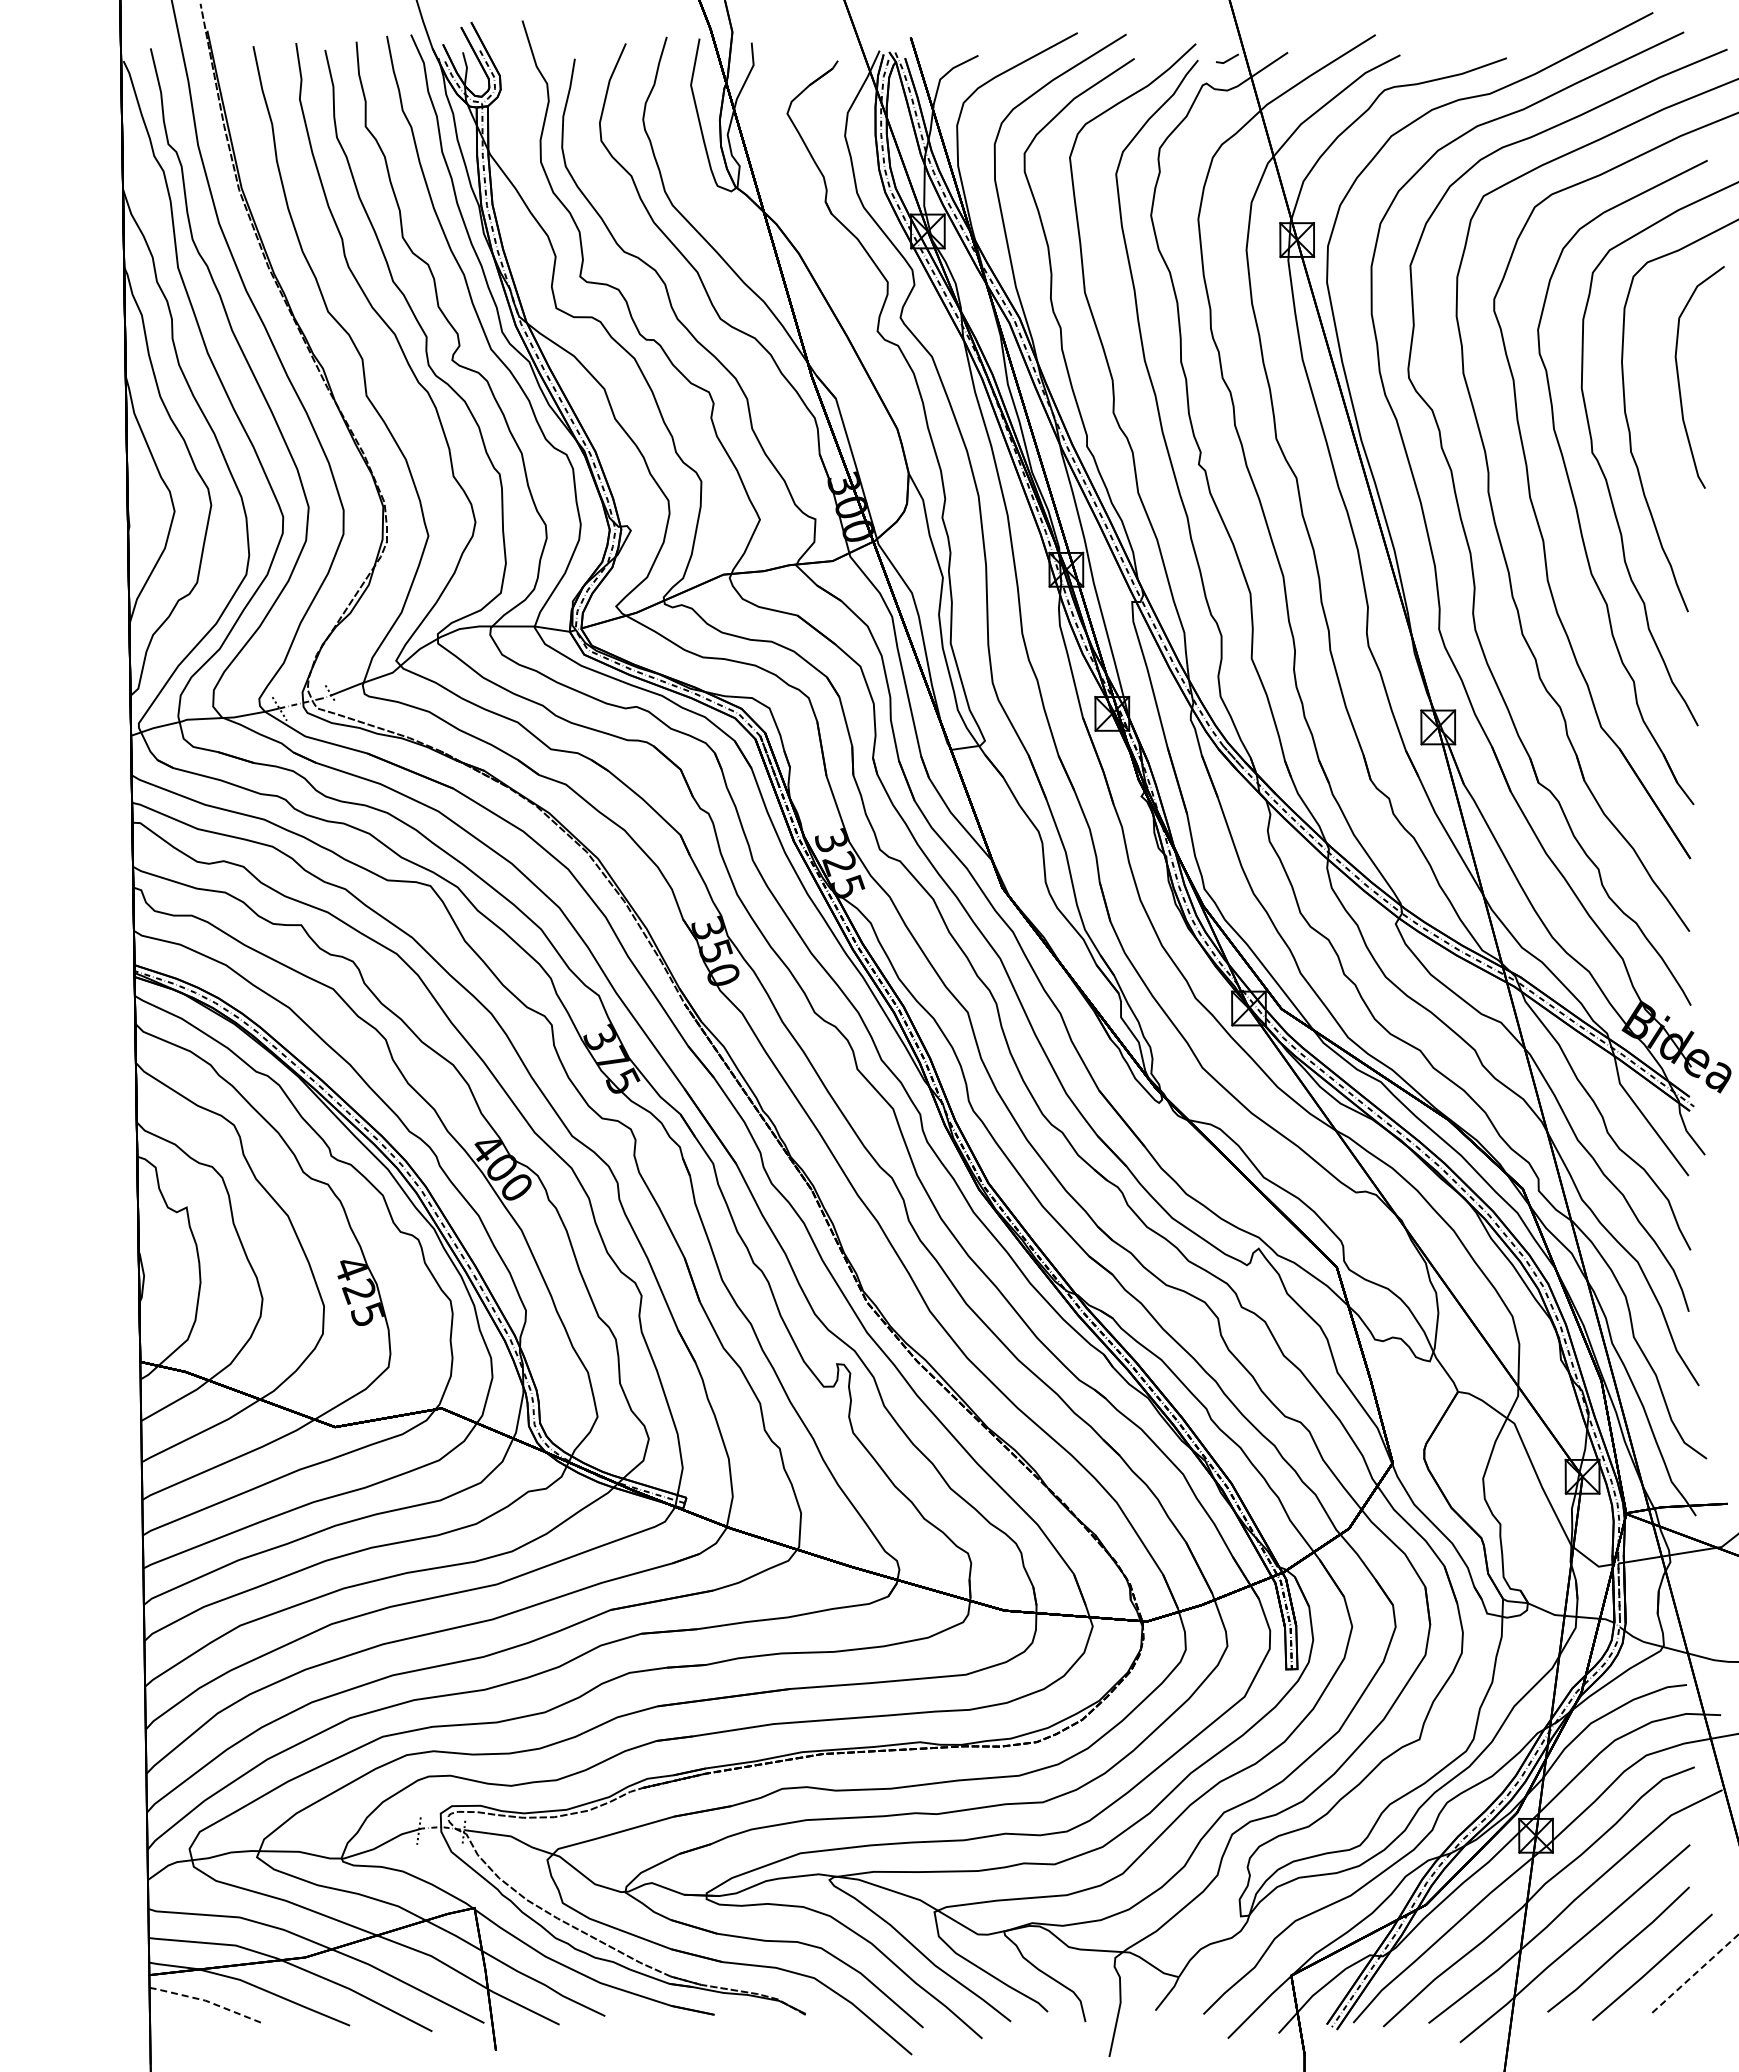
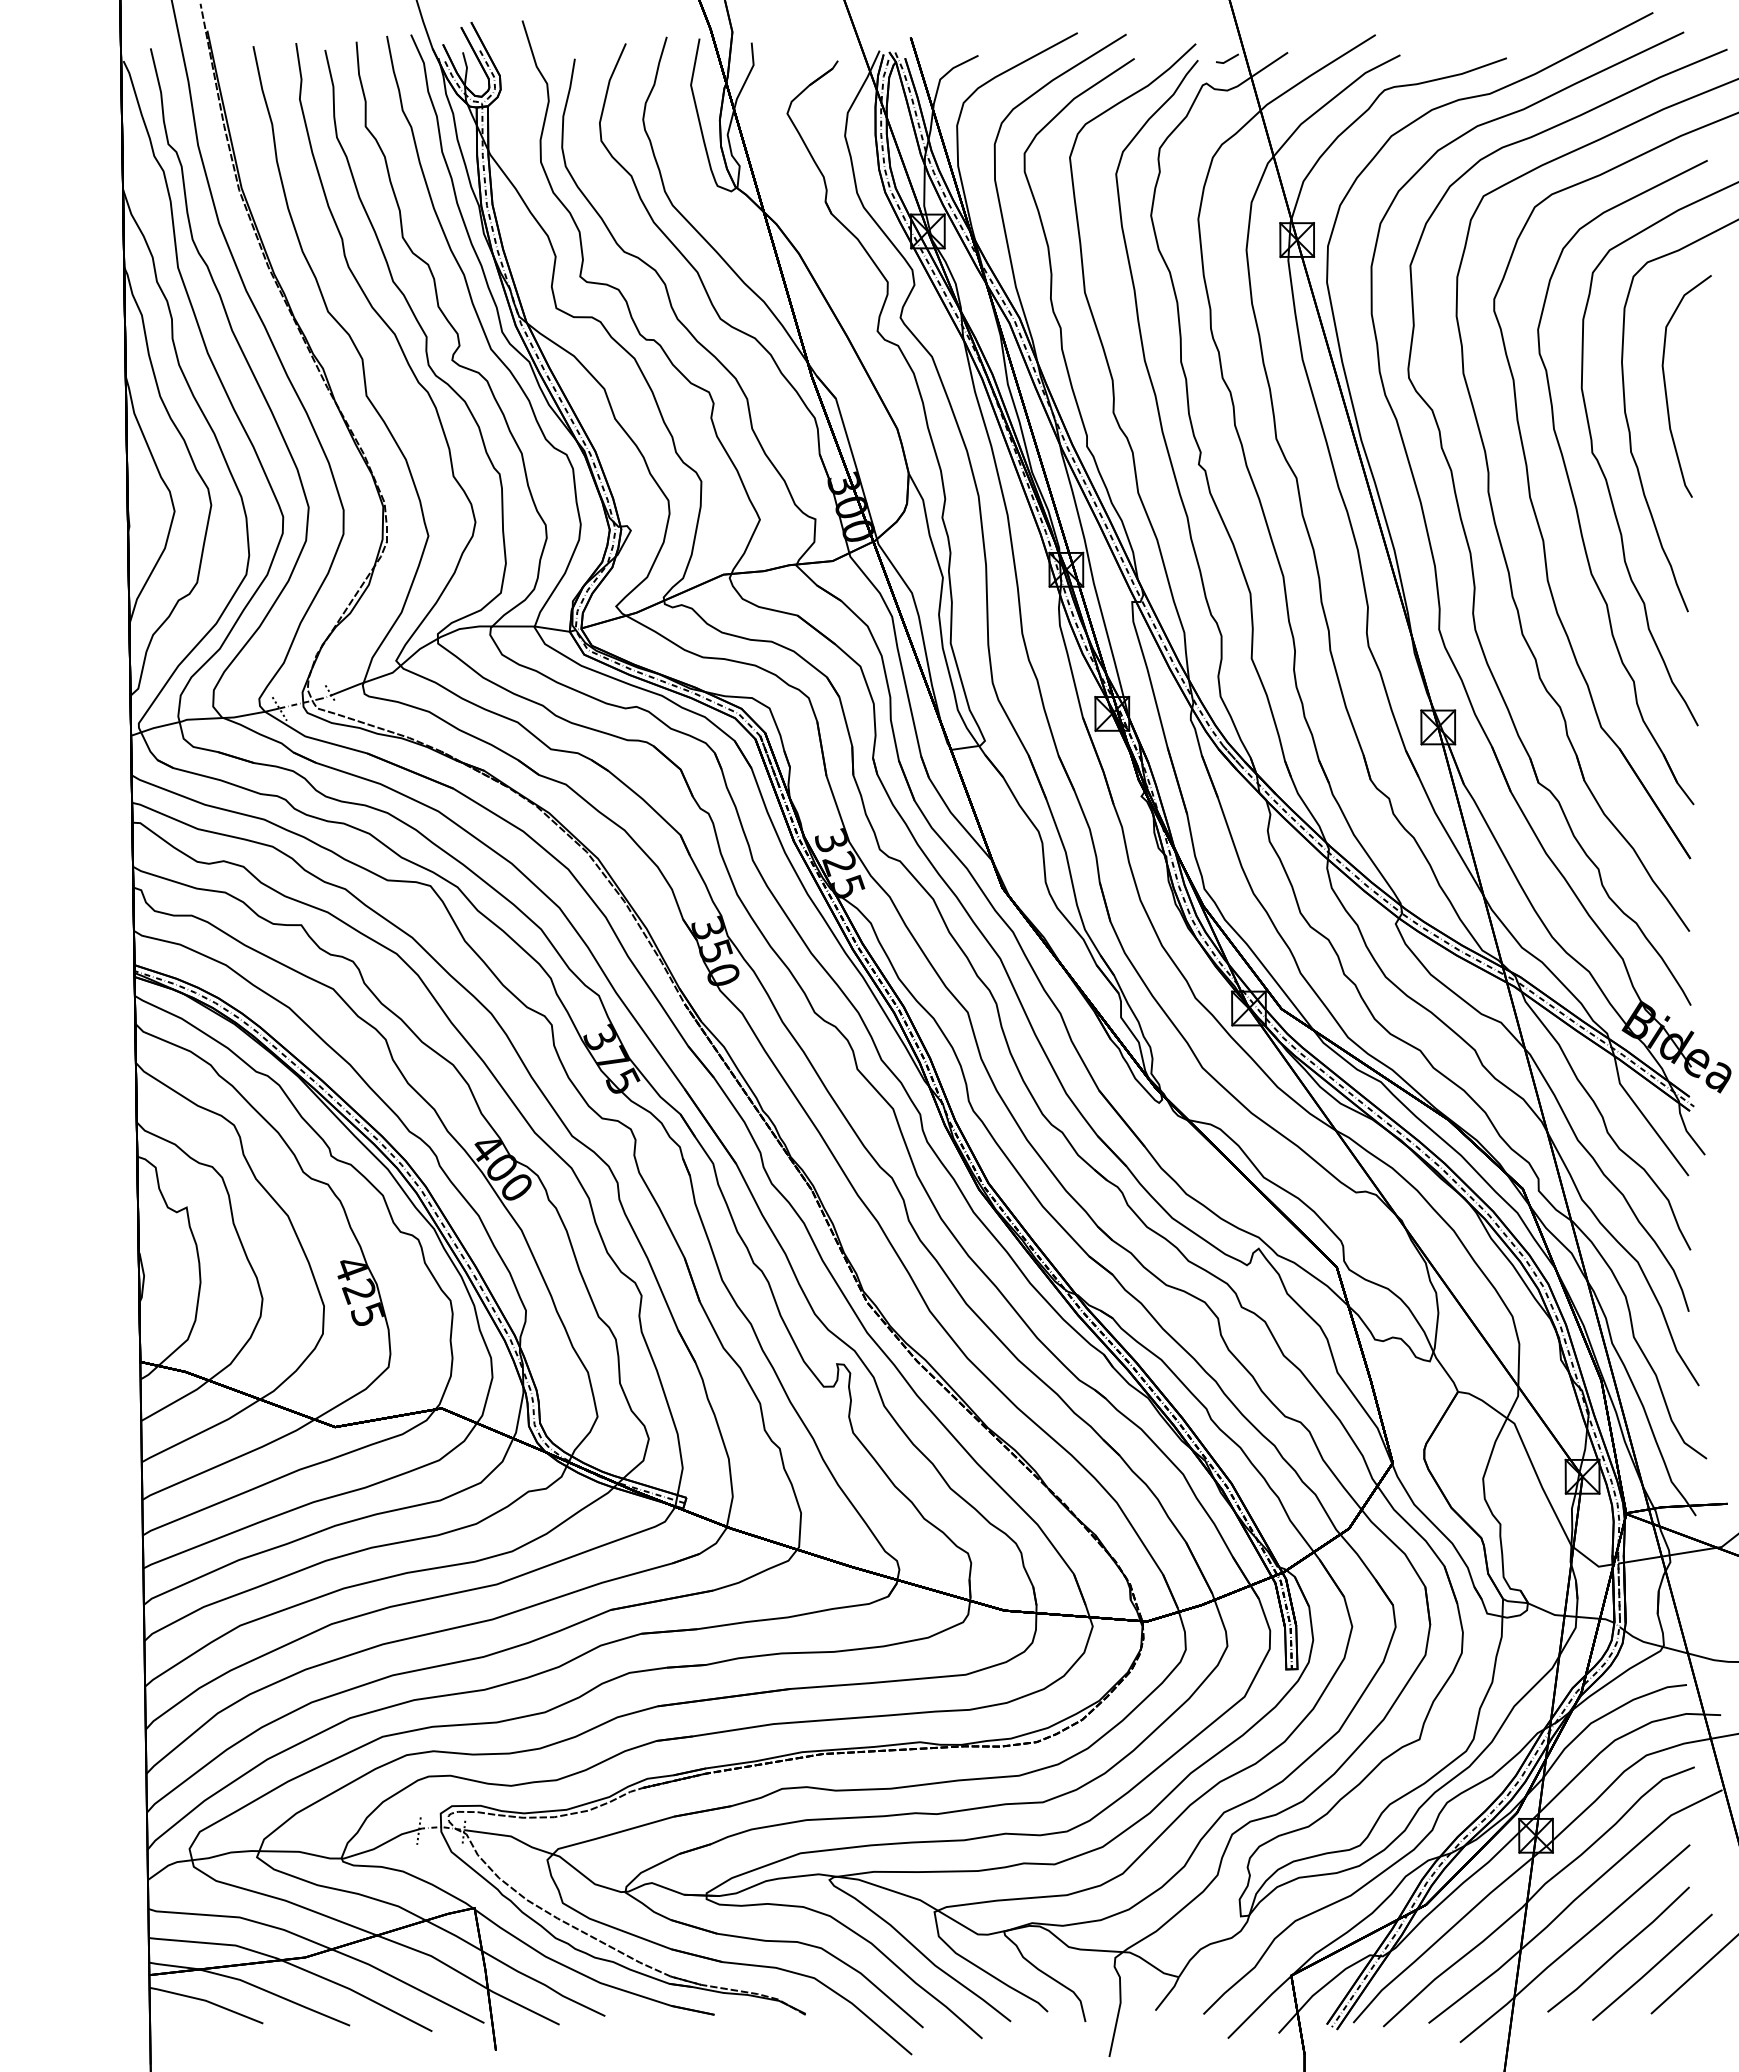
curve at (1679, 378) position: (1679, 378) -> (1666, 387)
line at (1694, 1974): dashed -> solid
line at (206, 2001): dashed -> solid
